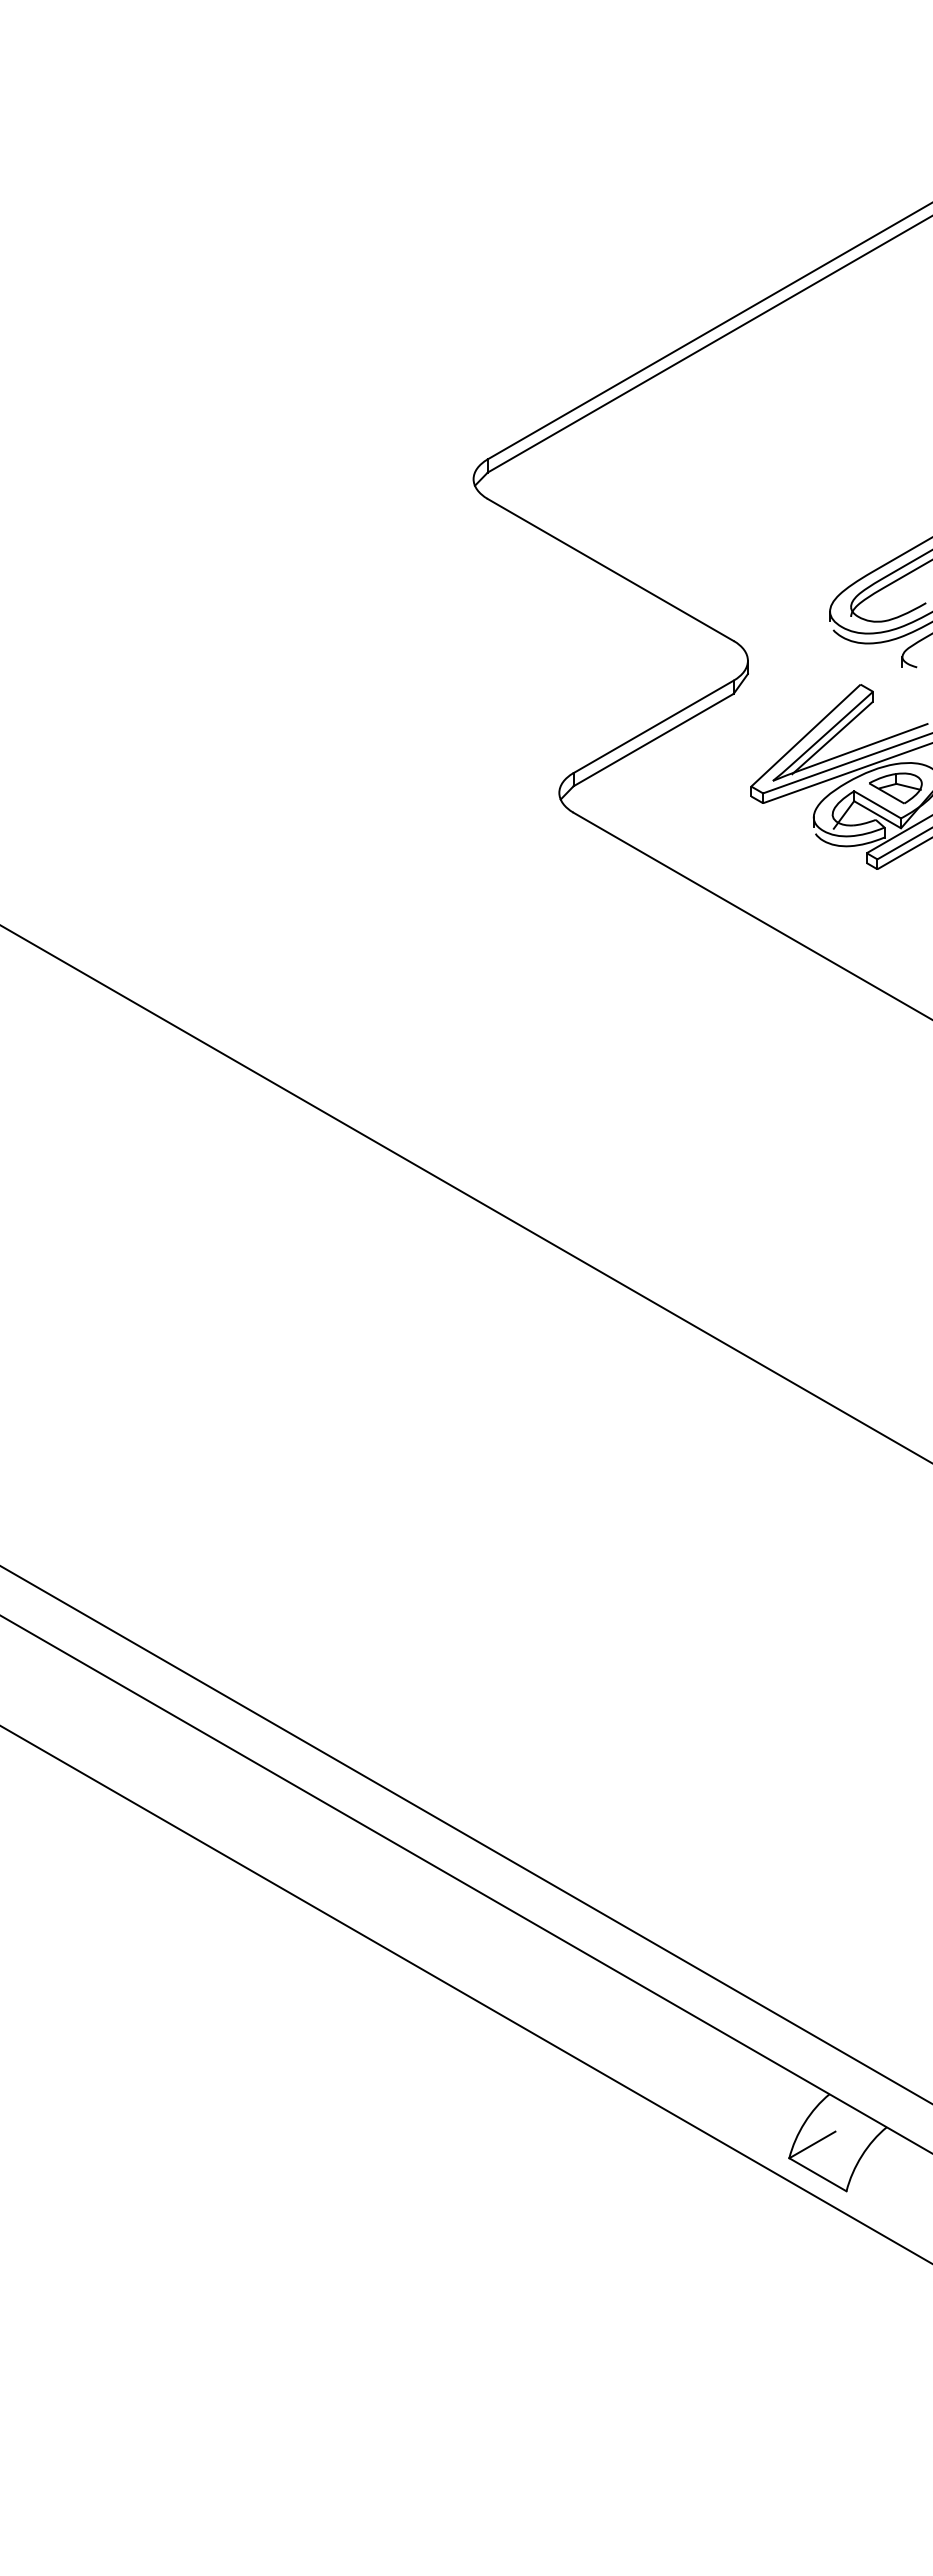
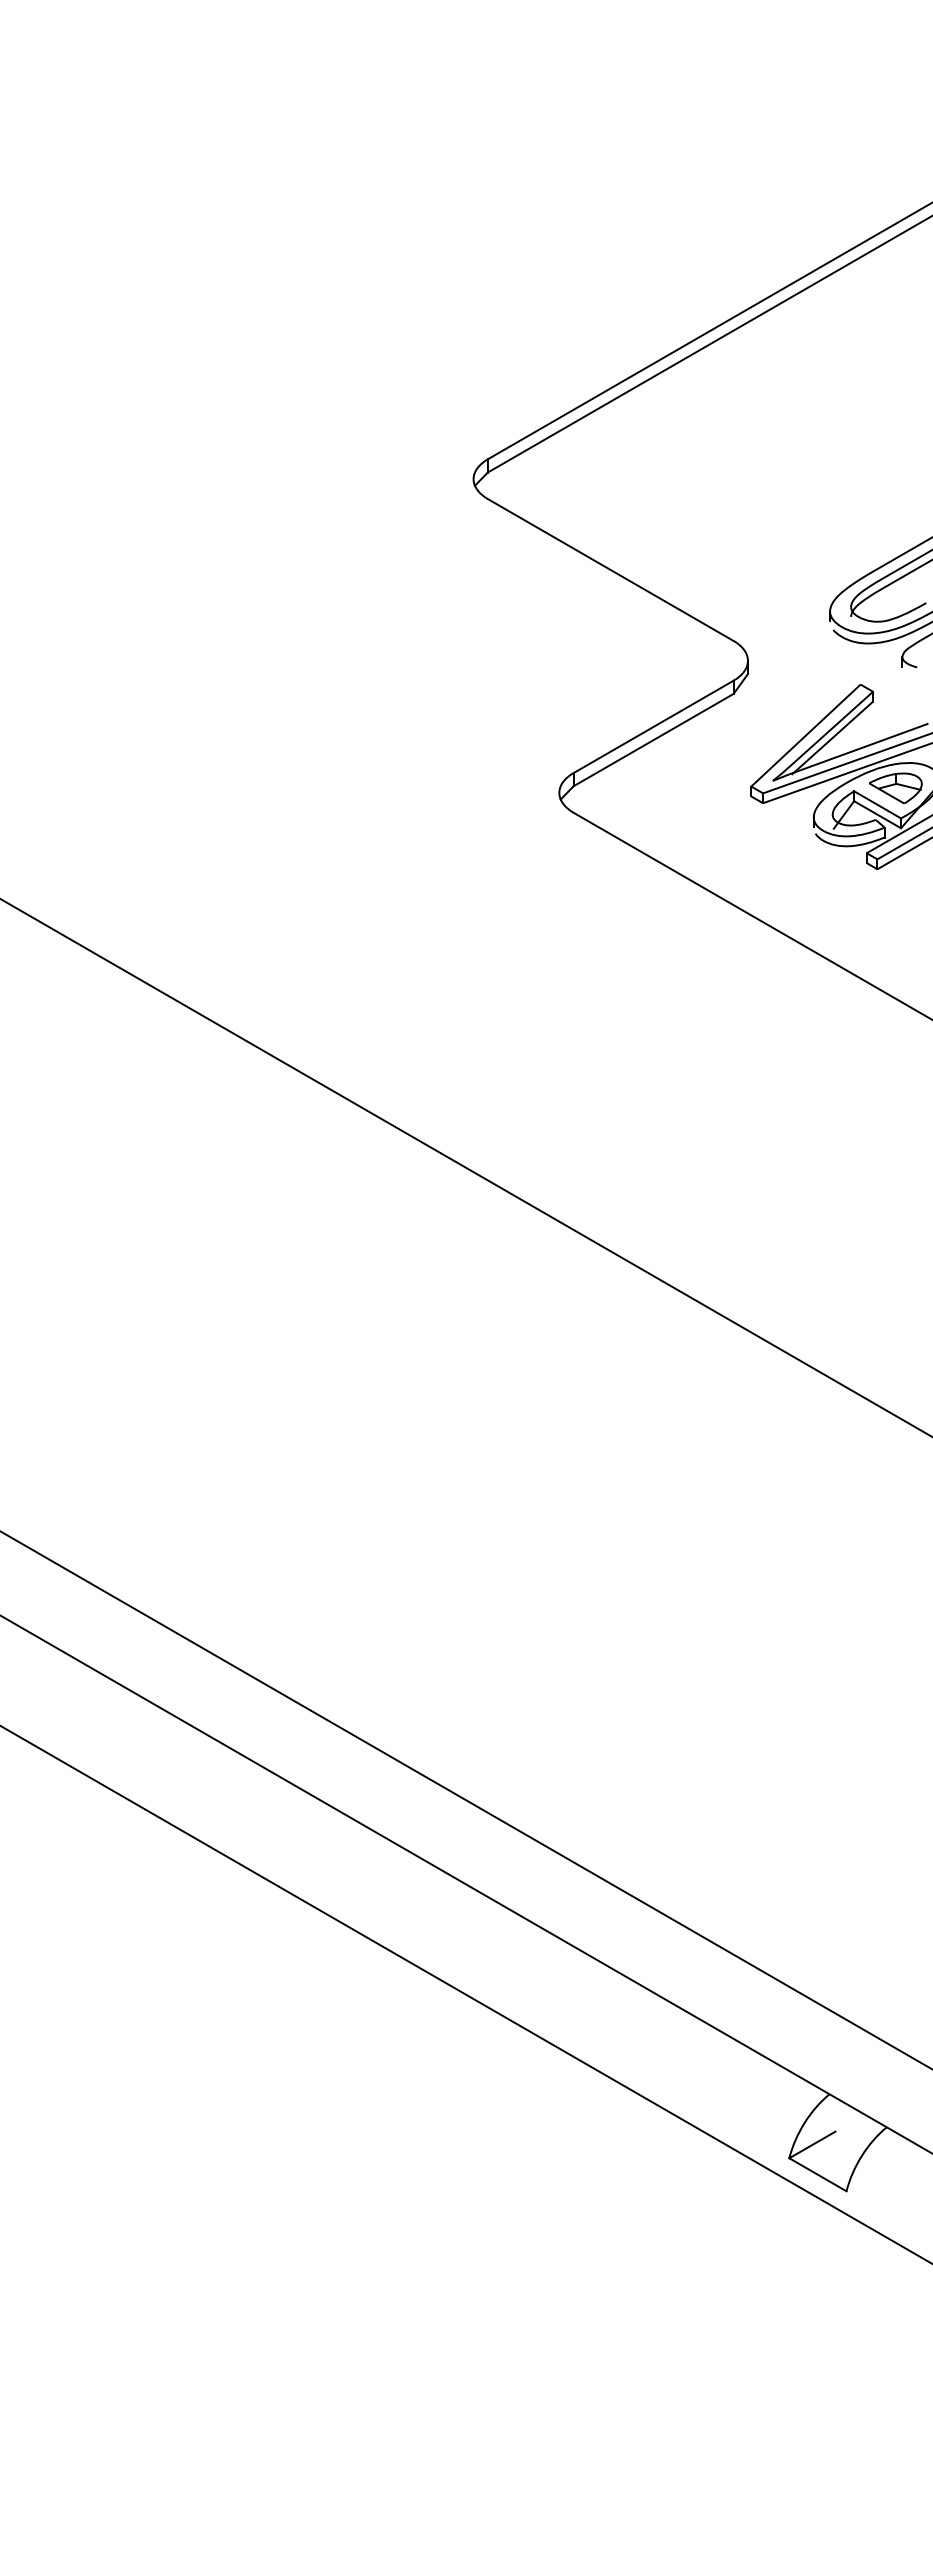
line at (465, 1193) position: (465, 1193) -> (465, 1167)
line at (465, 1834) position: (465, 1834) -> (465, 1799)
